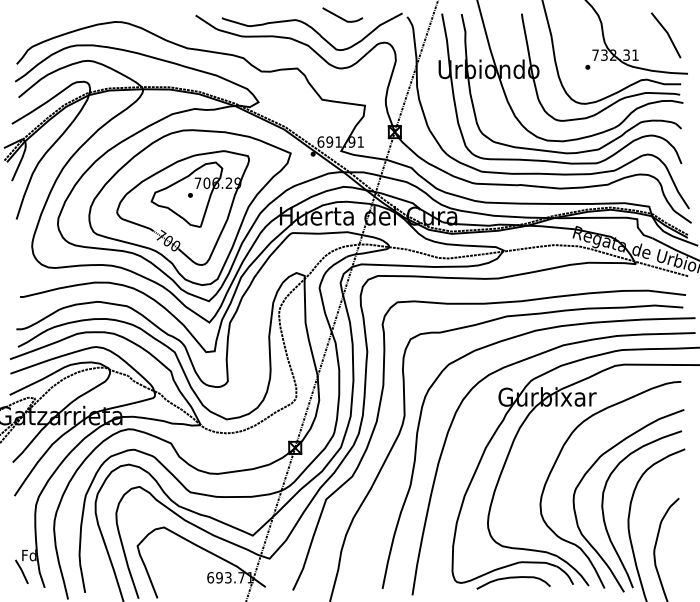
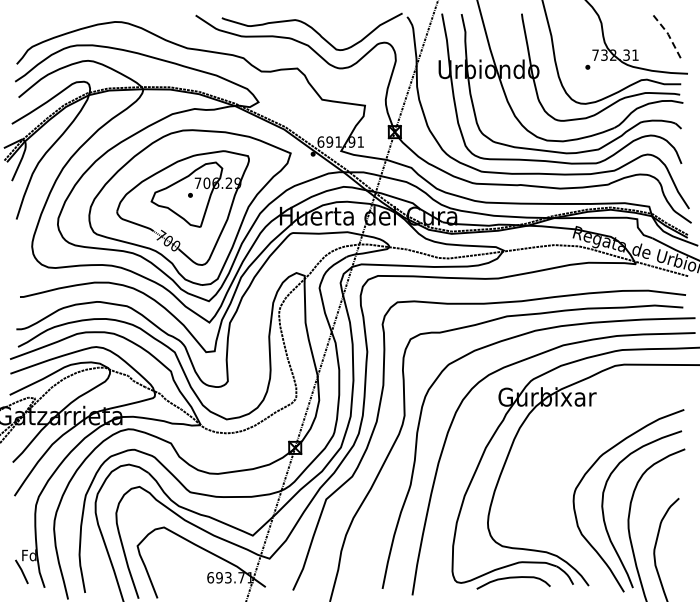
curve at (340, 16): present -> none
line at (667, 33): solid -> dashed
curve at (558, 458): present -> none
